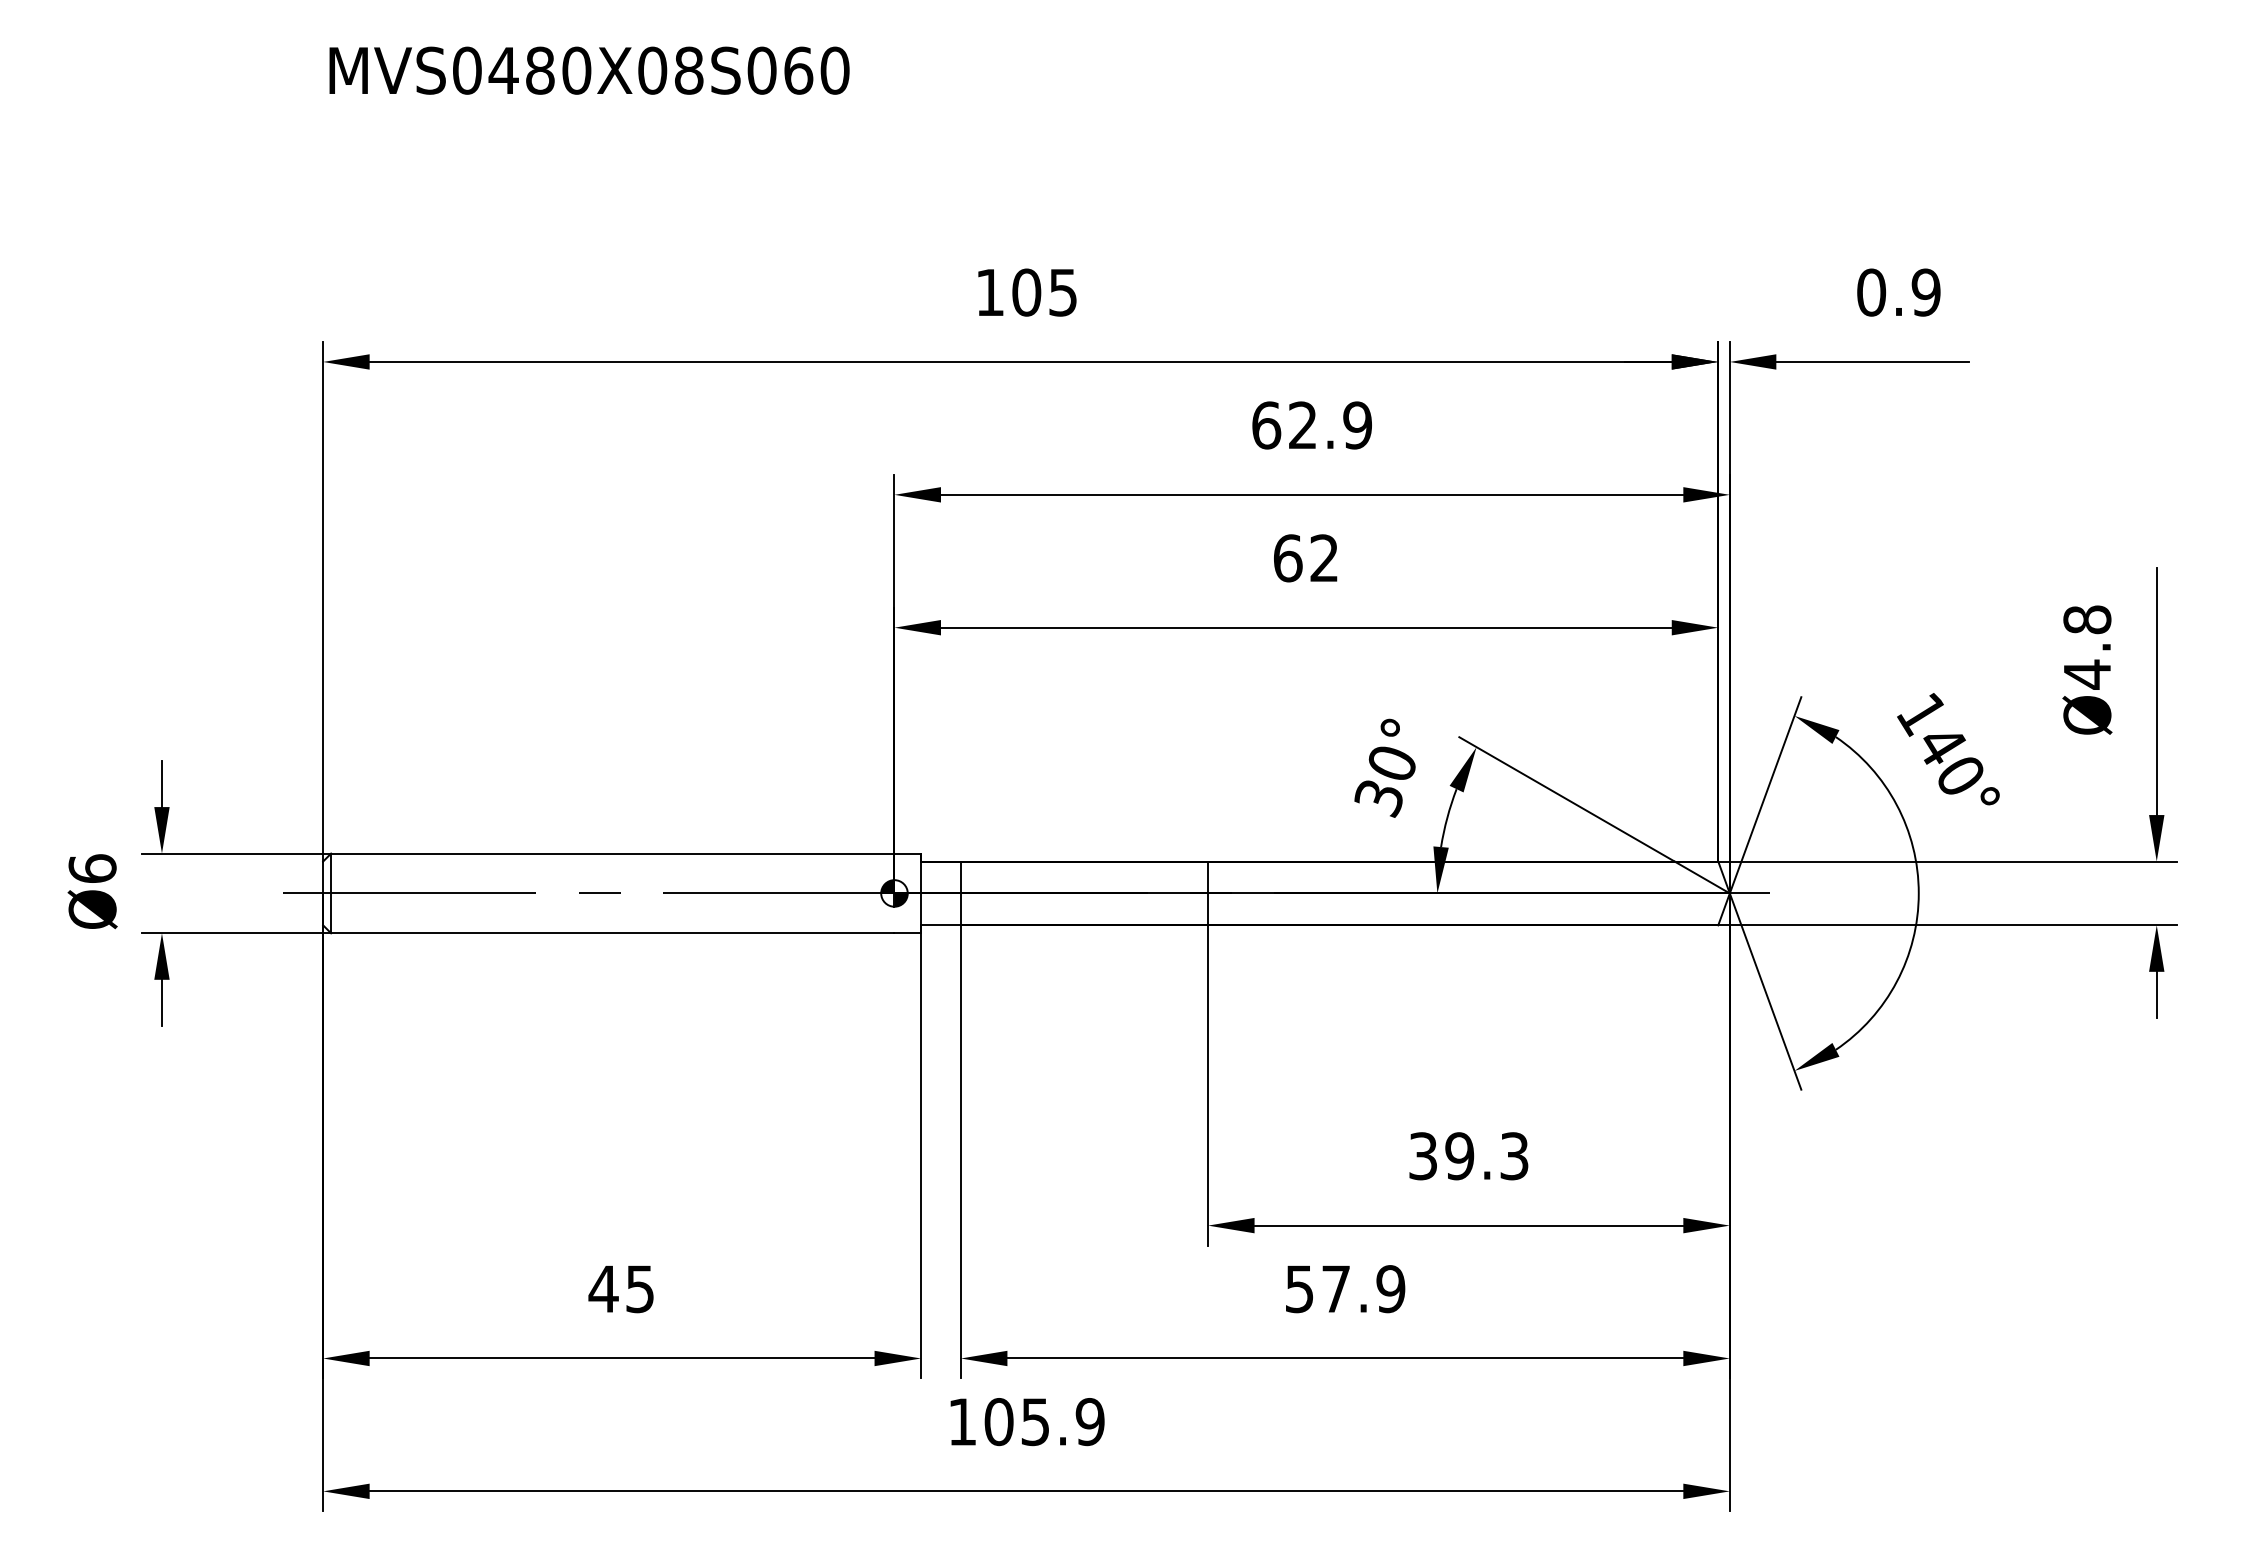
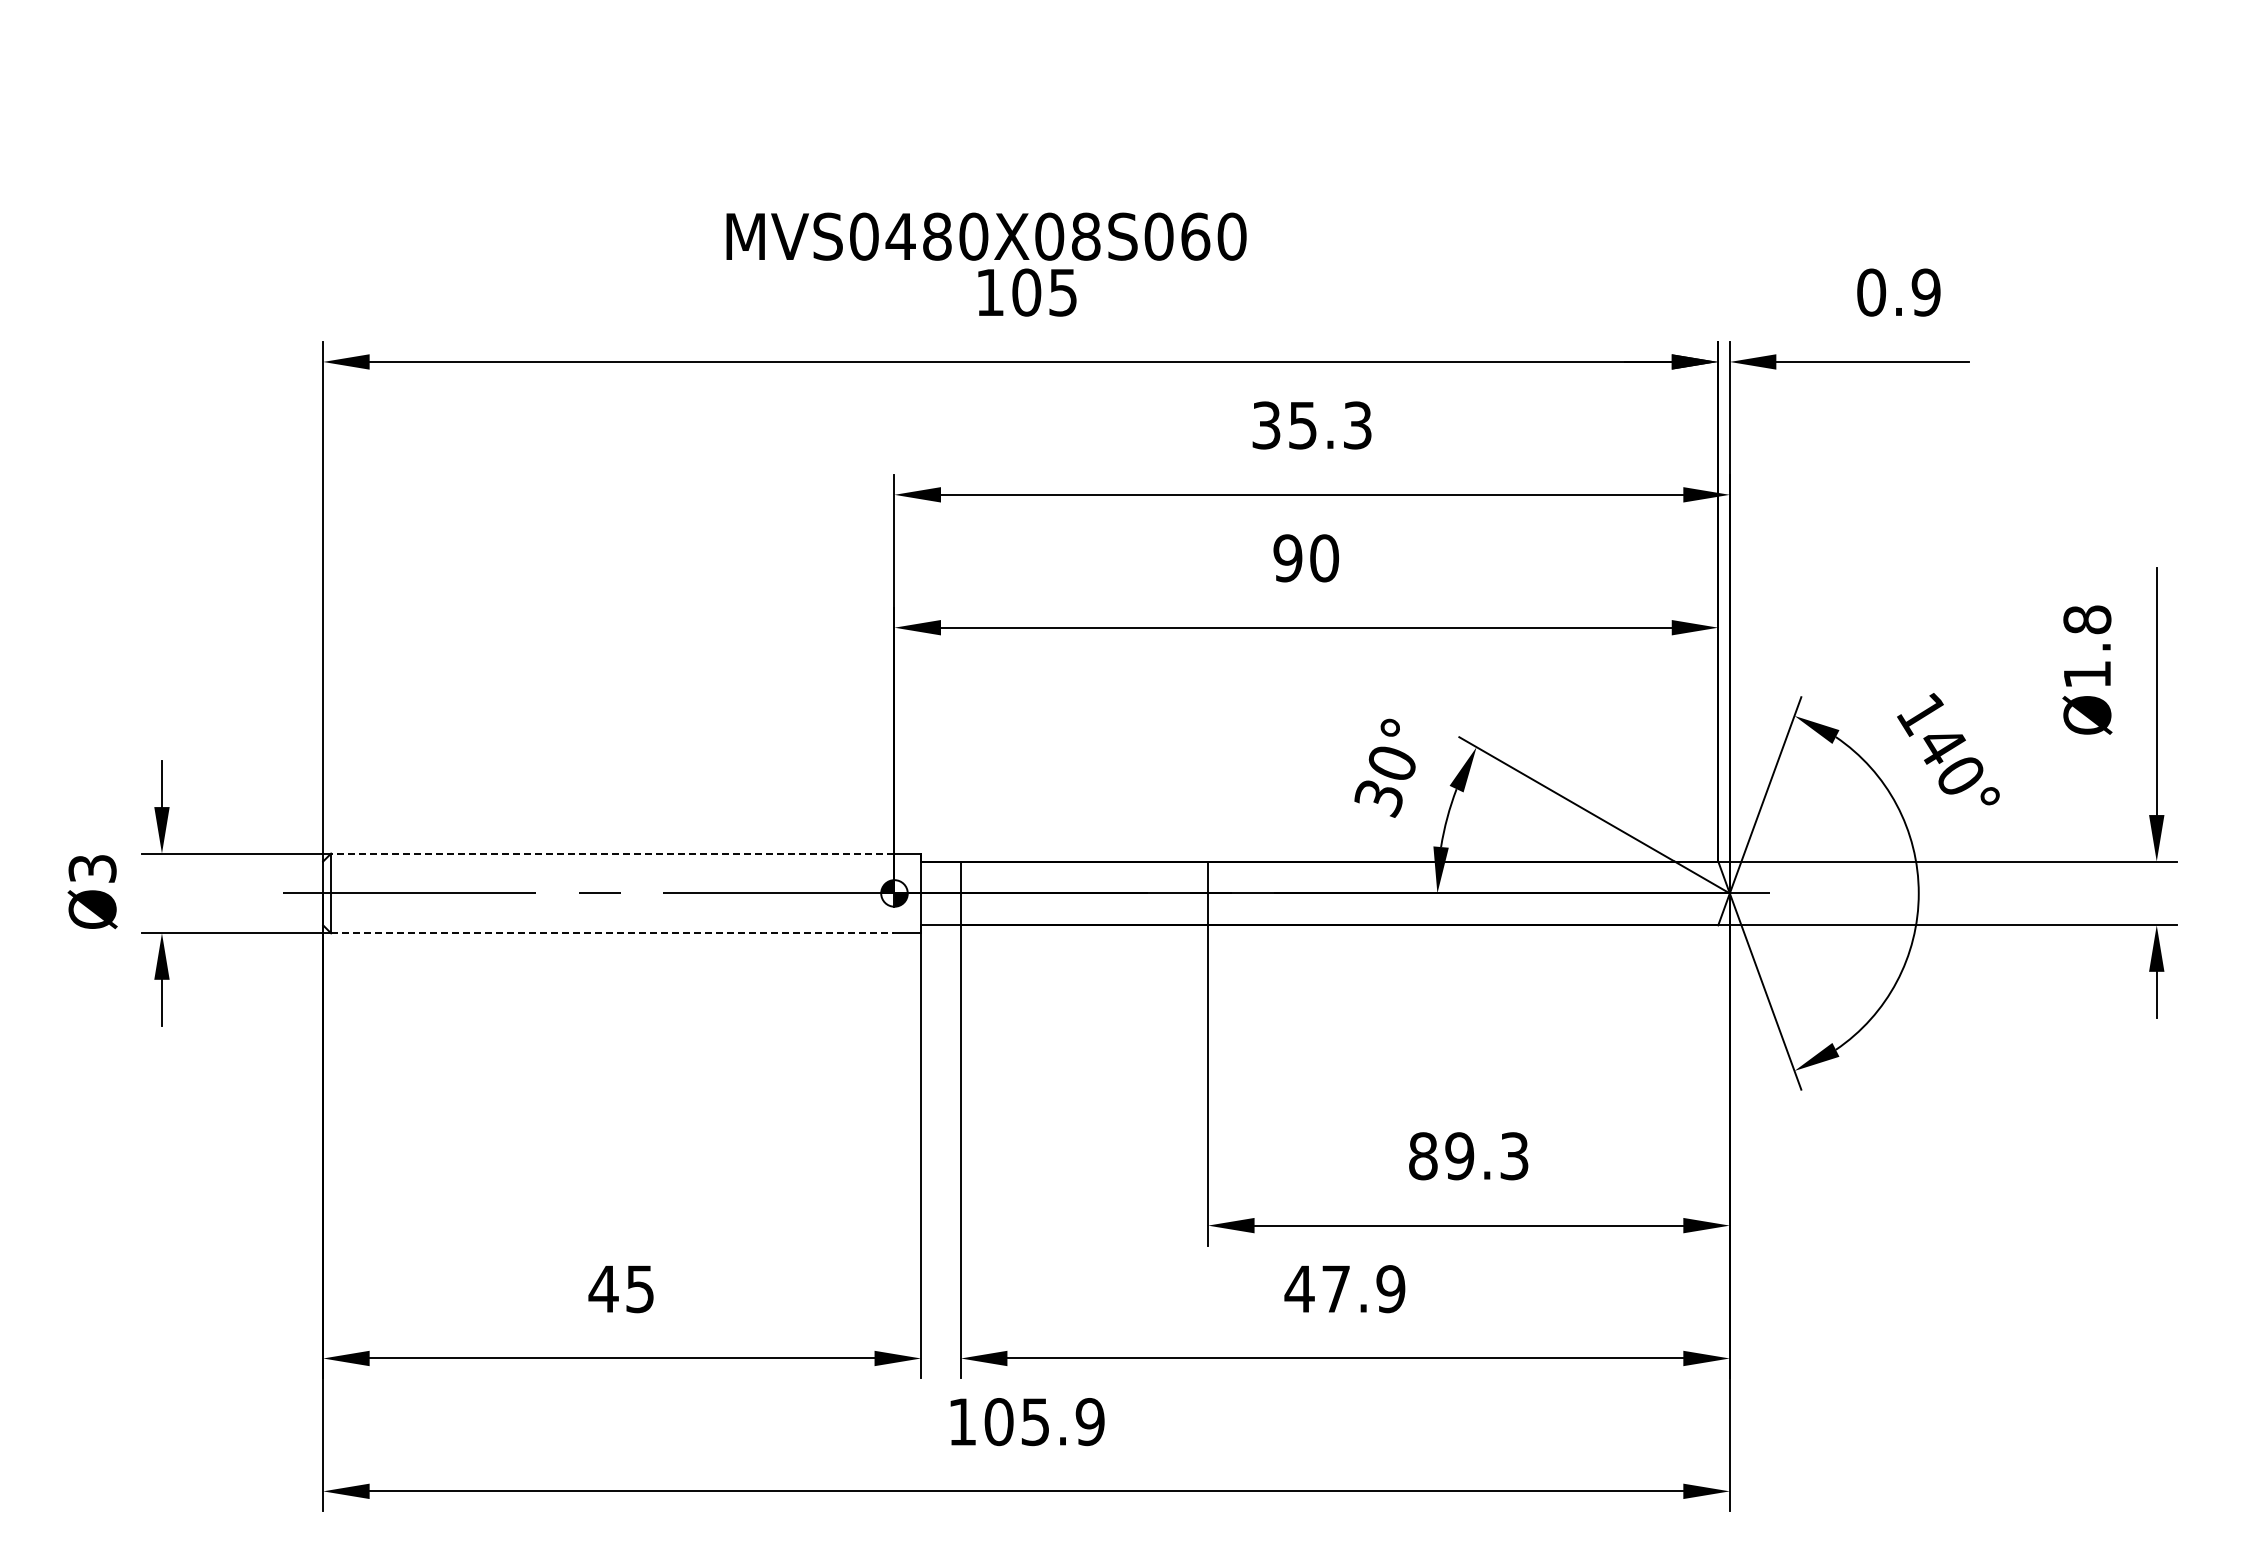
text at (589, 70) position: (589, 70) -> (986, 236)
text at (1311, 425): 62.9 -> 35.3
text at (1305, 558): 62 -> 90
text at (2087, 674): Ø4.8 -> Ø1.8
line at (612, 853): solid -> dashed
text at (92, 868): Ø6 -> Ø3
line at (612, 933): solid -> dashed
text at (1423, 1156): 39.3 -> 89.3
text at (1299, 1289): 57.9 -> 47.9
